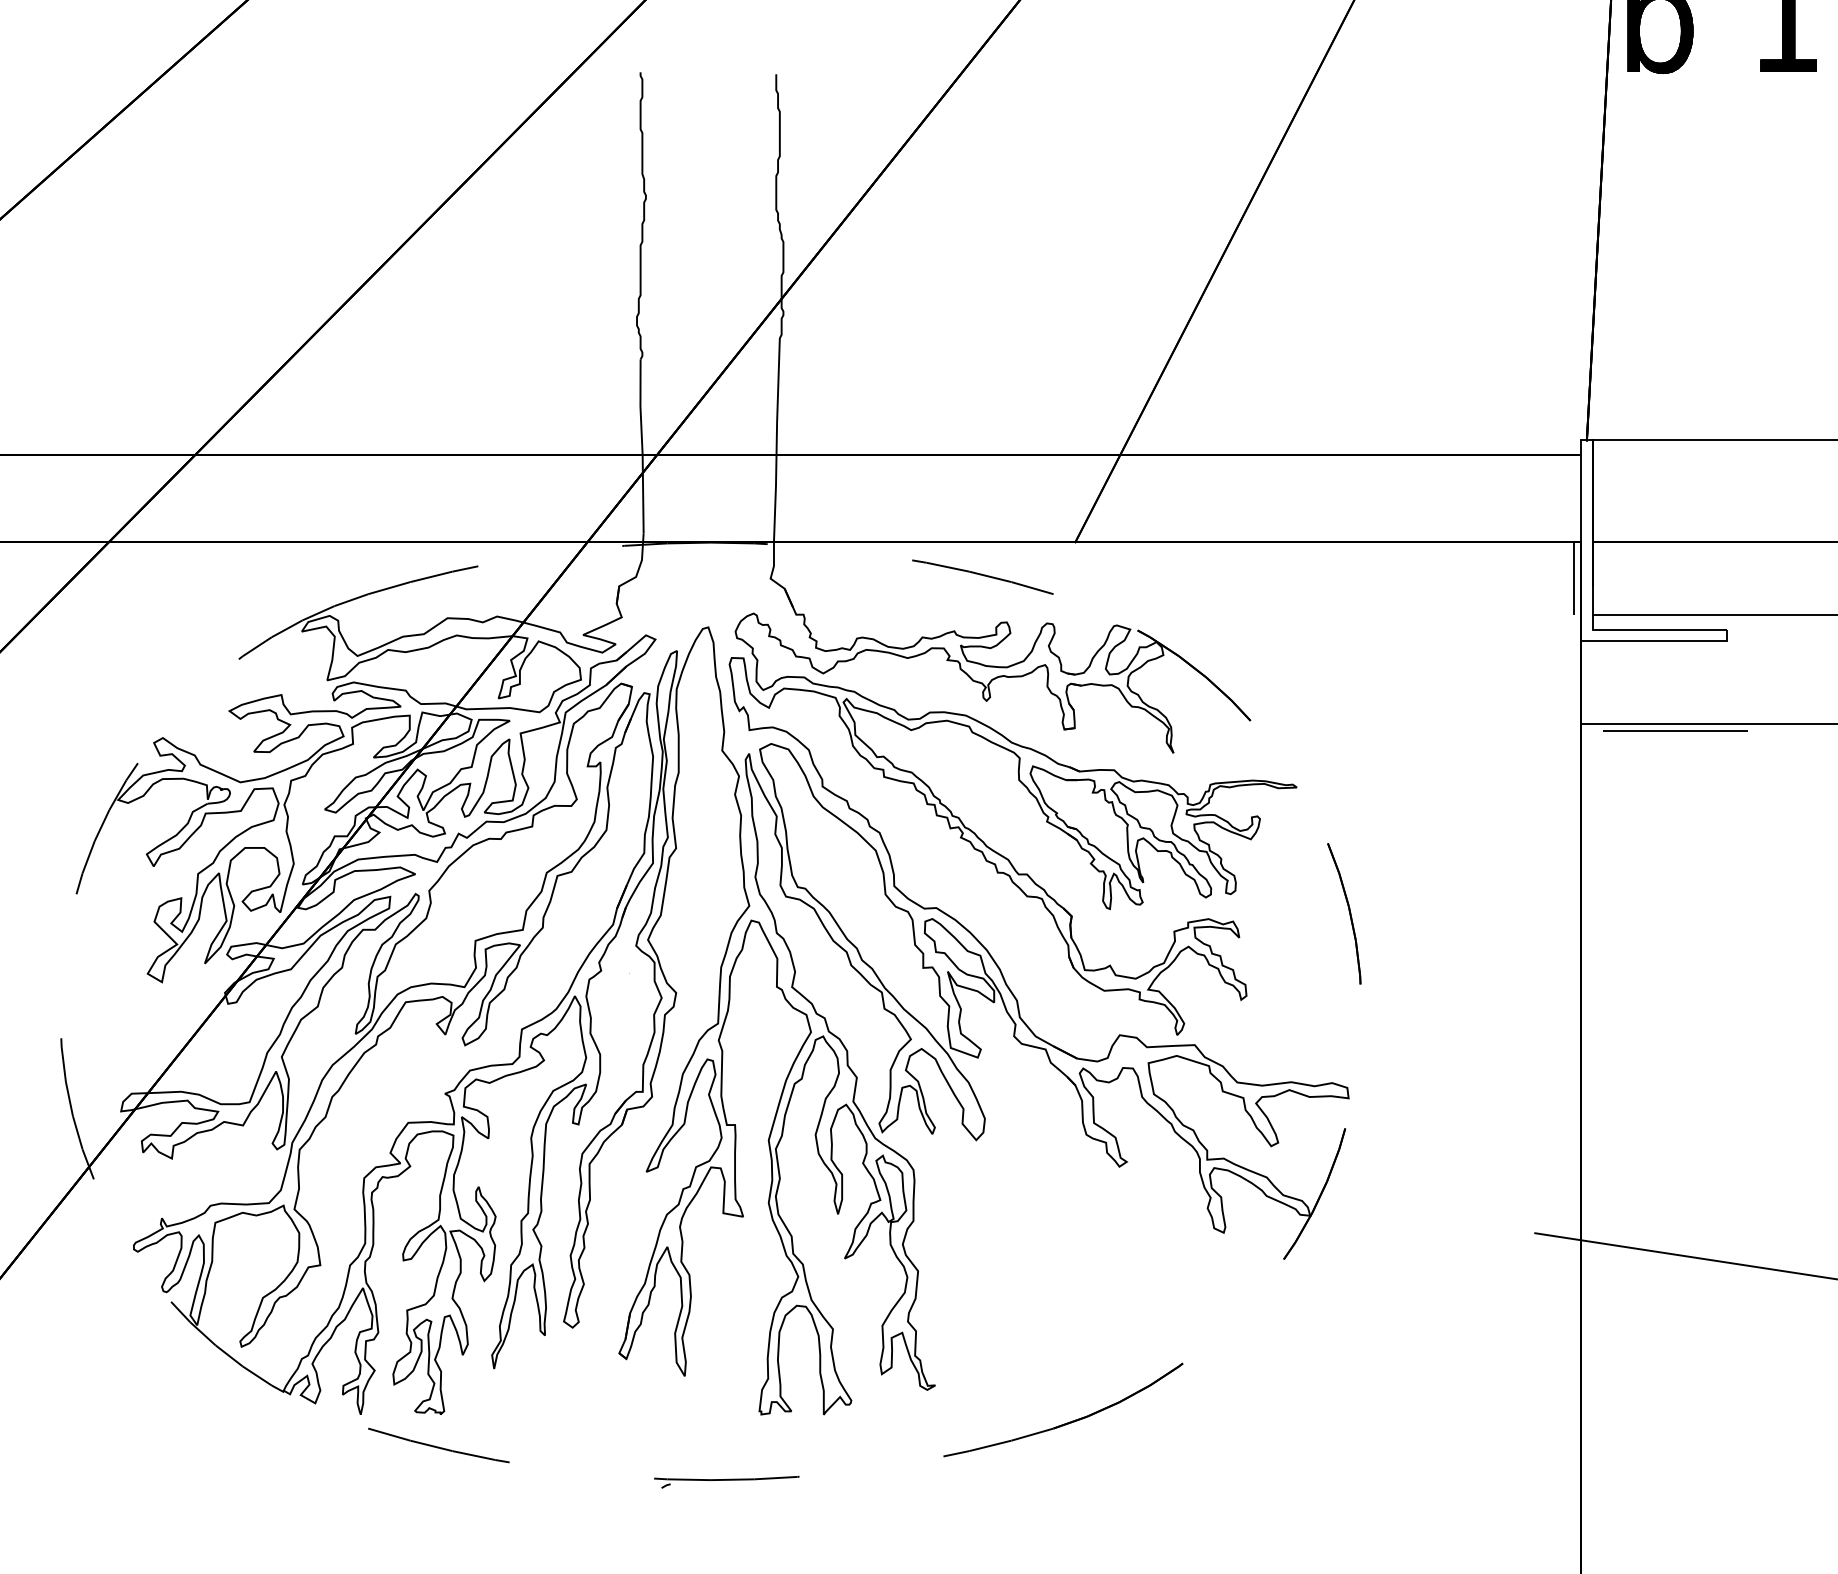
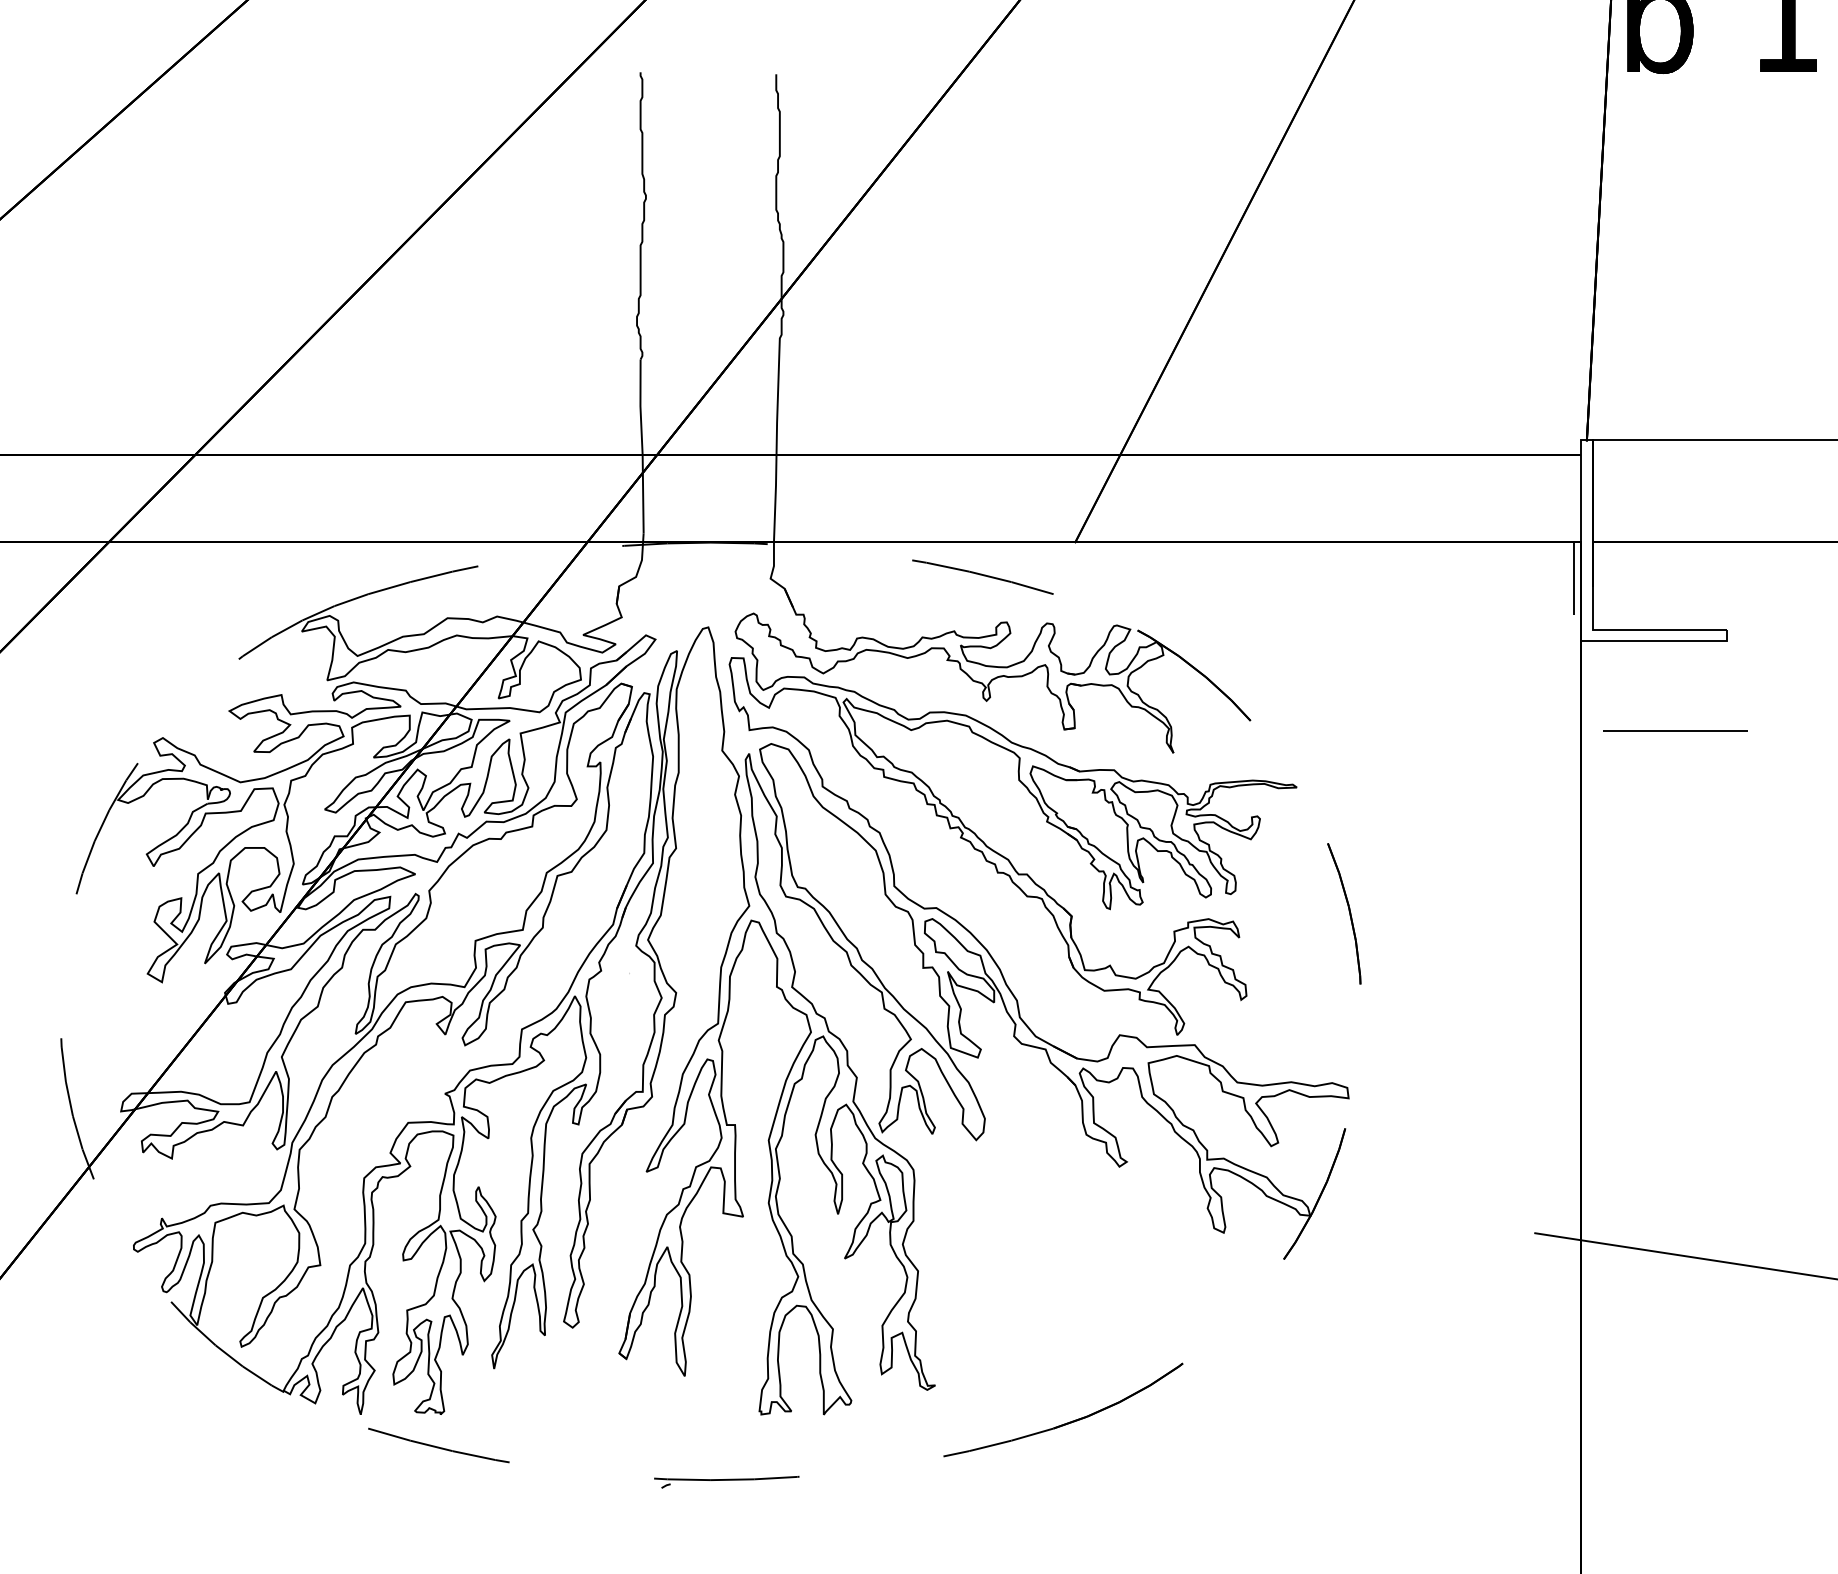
line at (1713, 614): present -> none
line at (1707, 724): present -> none
